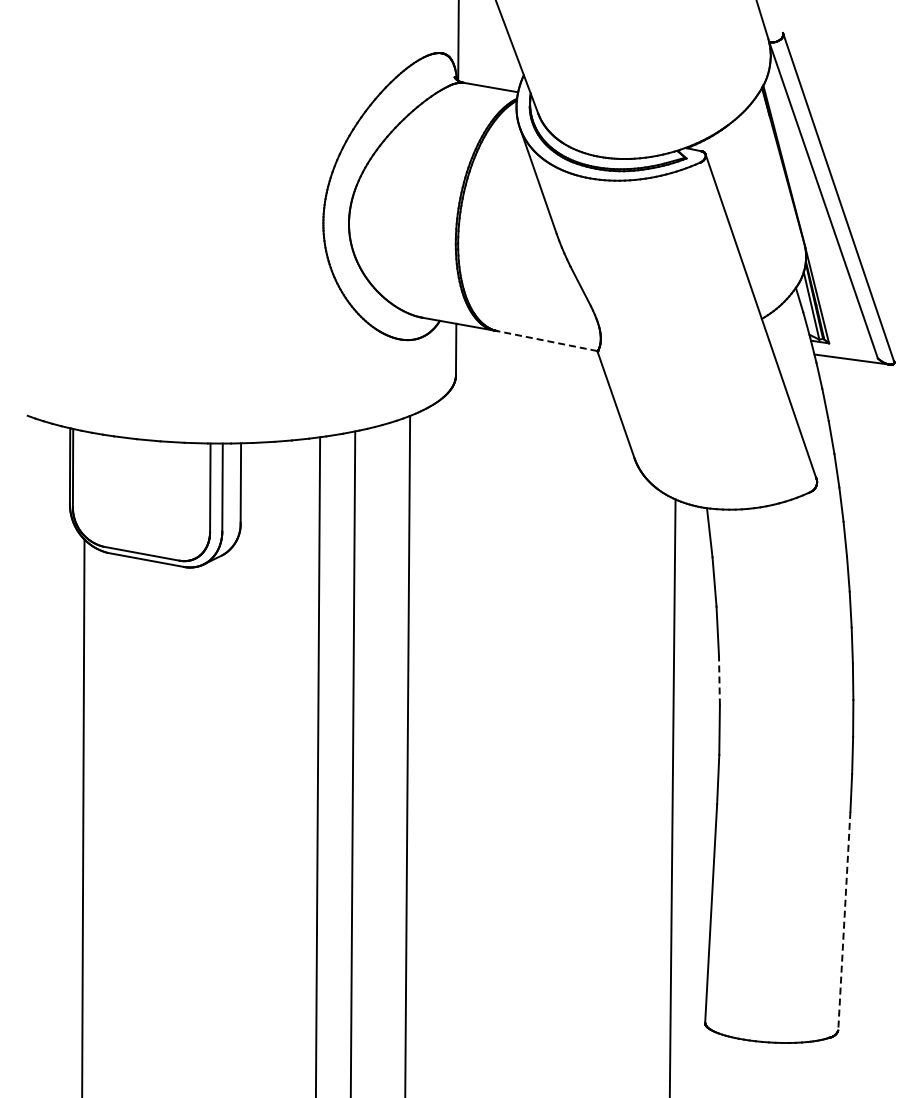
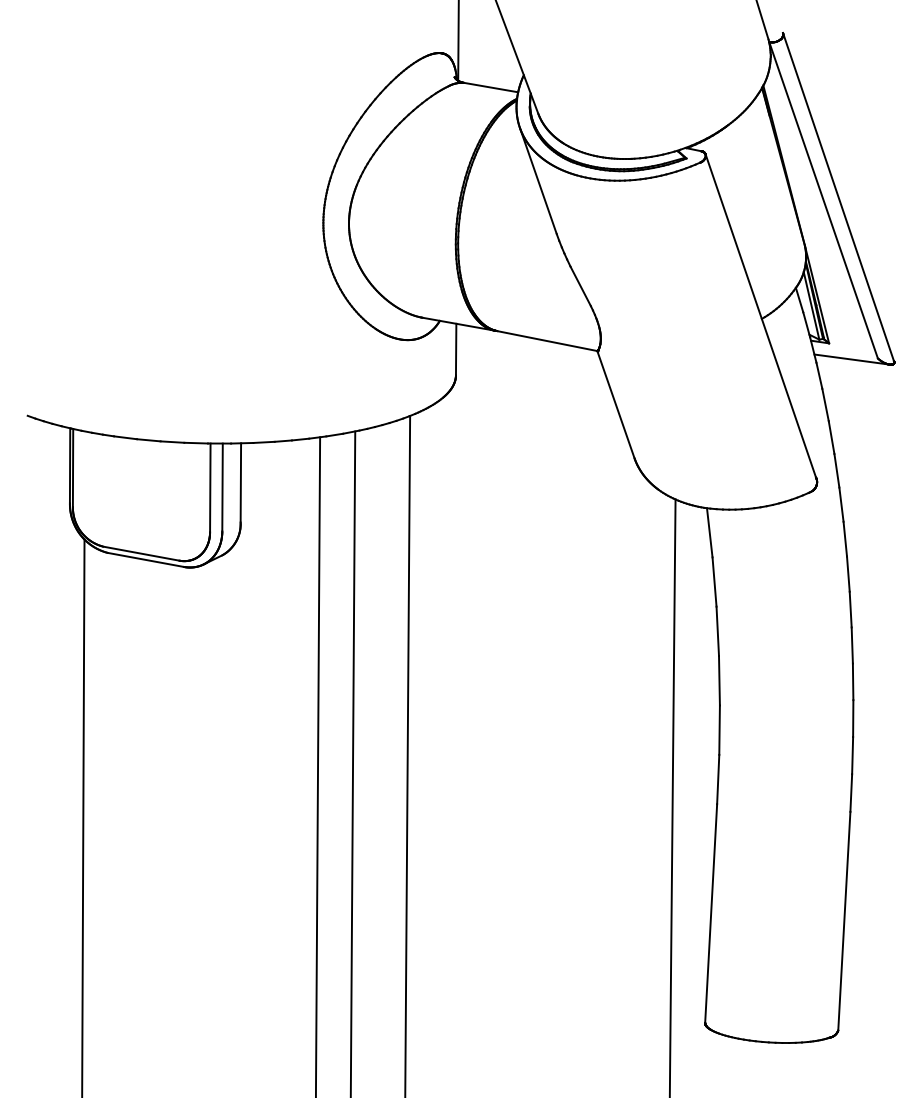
line at (546, 341): dashed -> solid
line at (719, 680): dashed -> solid
line at (844, 921): dashed -> solid
